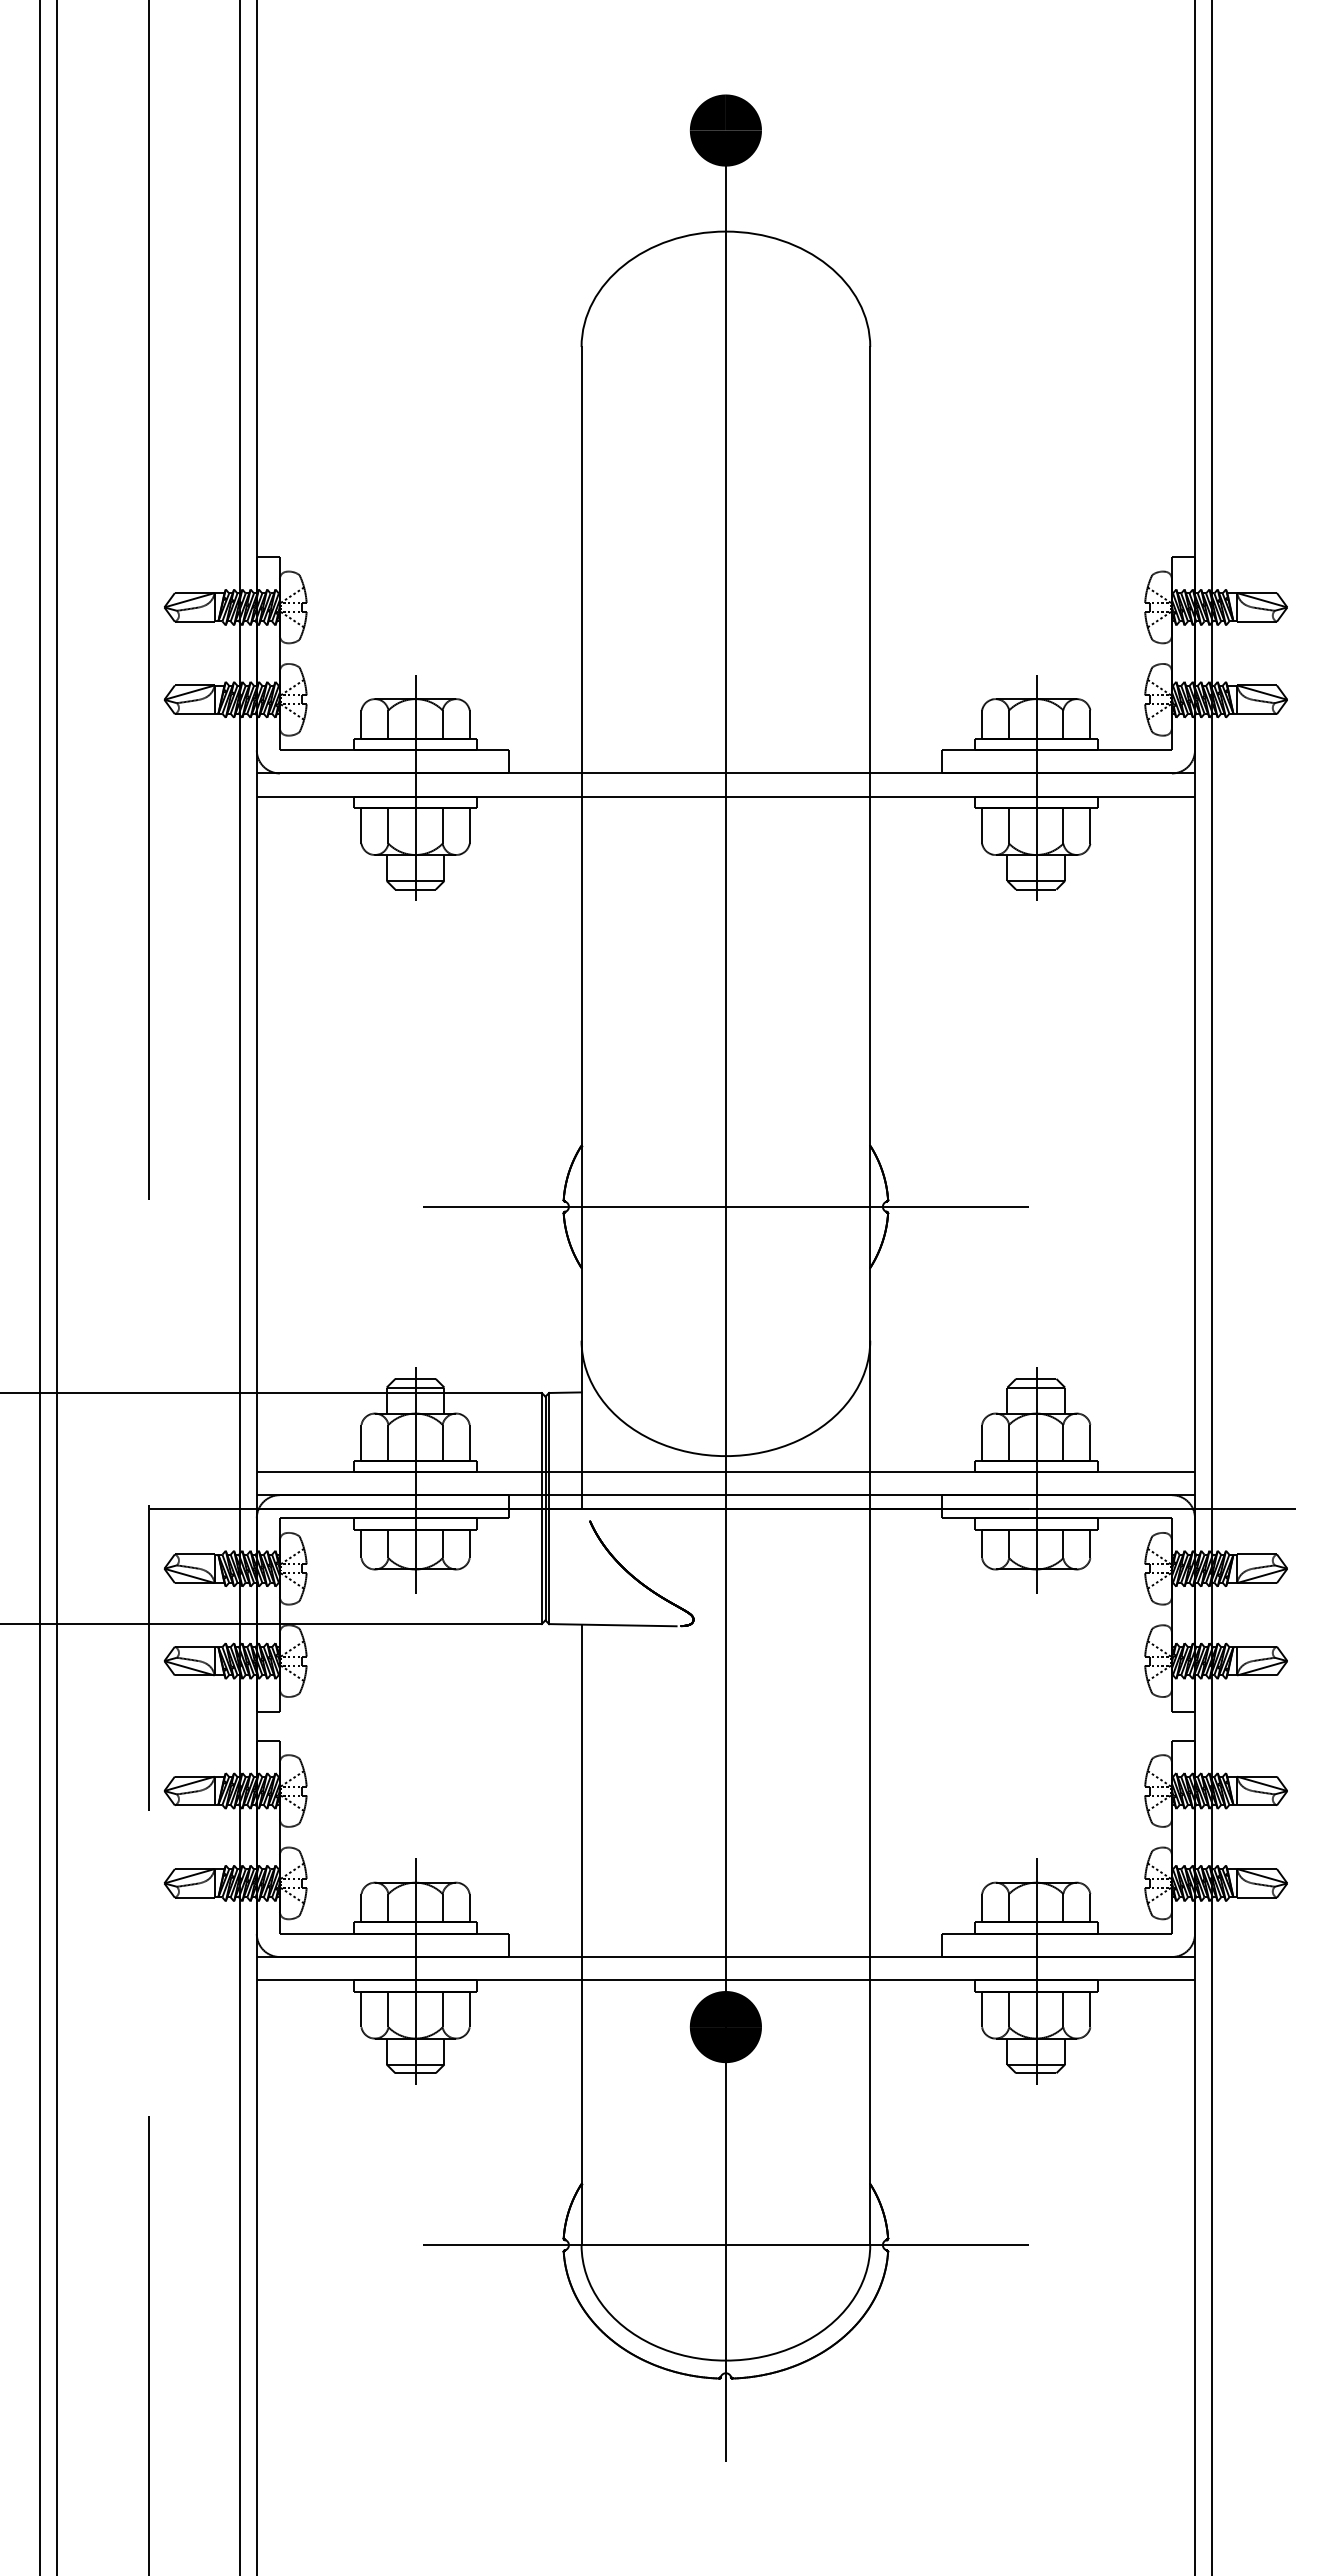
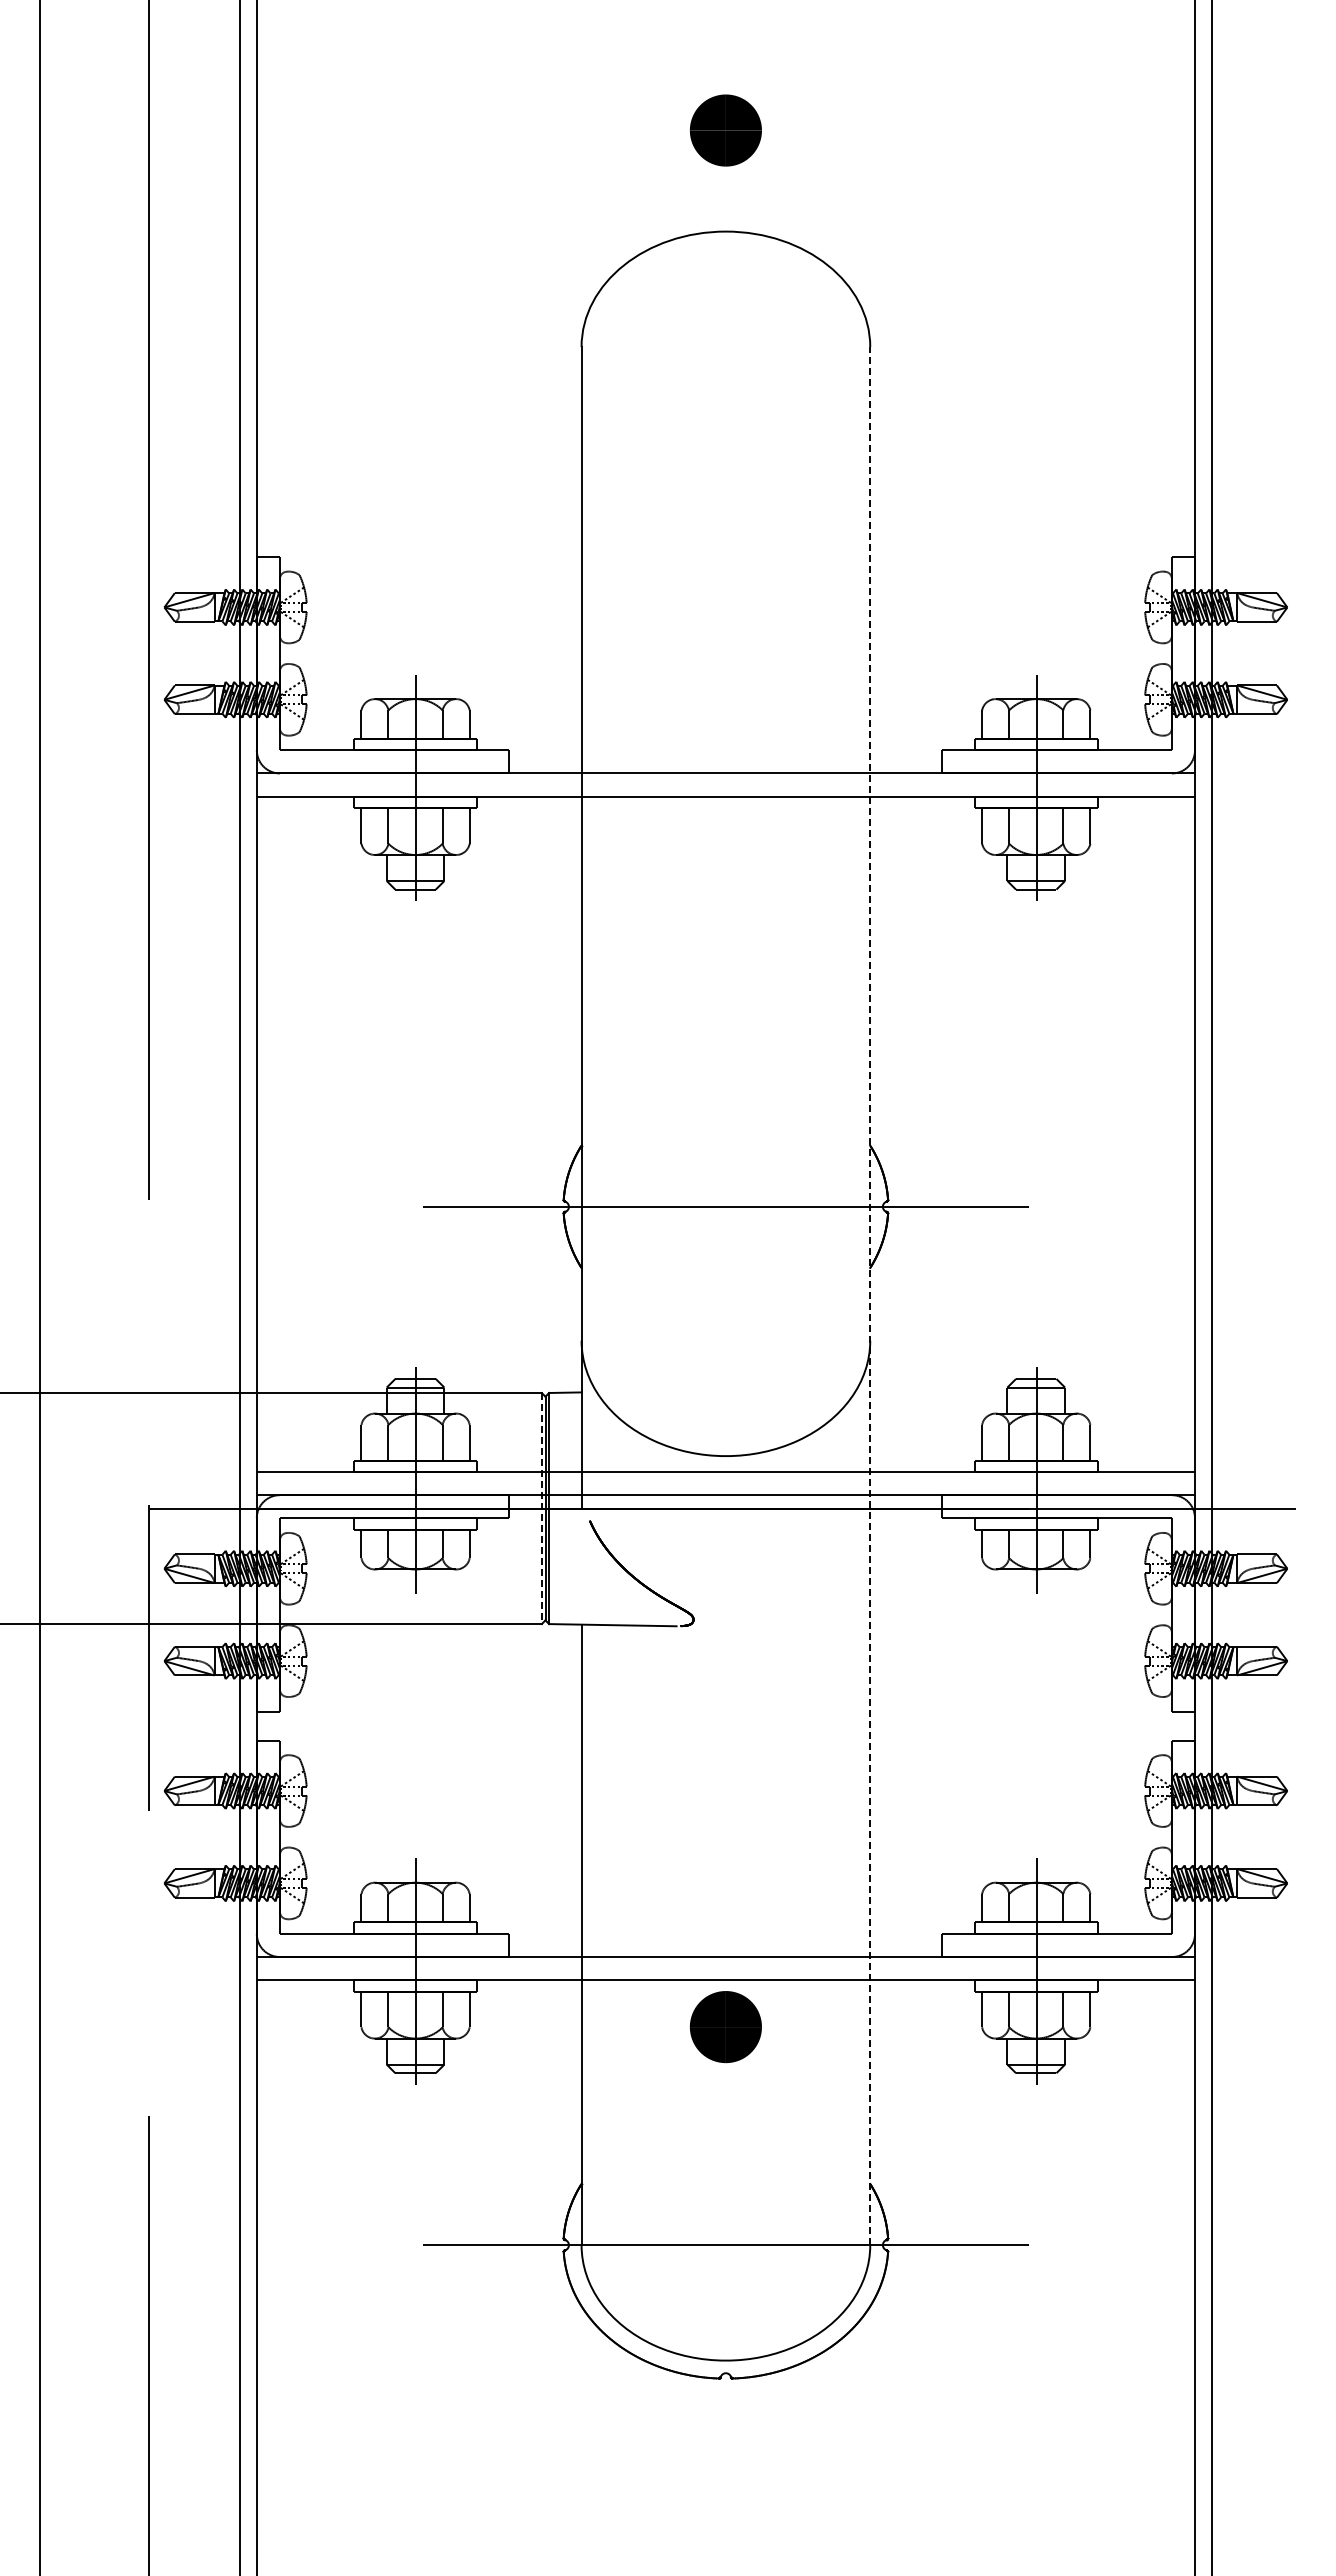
line at (56, 1287): present -> none
line at (725, 1295): present -> none
line at (870, 1295): solid -> dashed
line at (541, 1509): solid -> dashed
